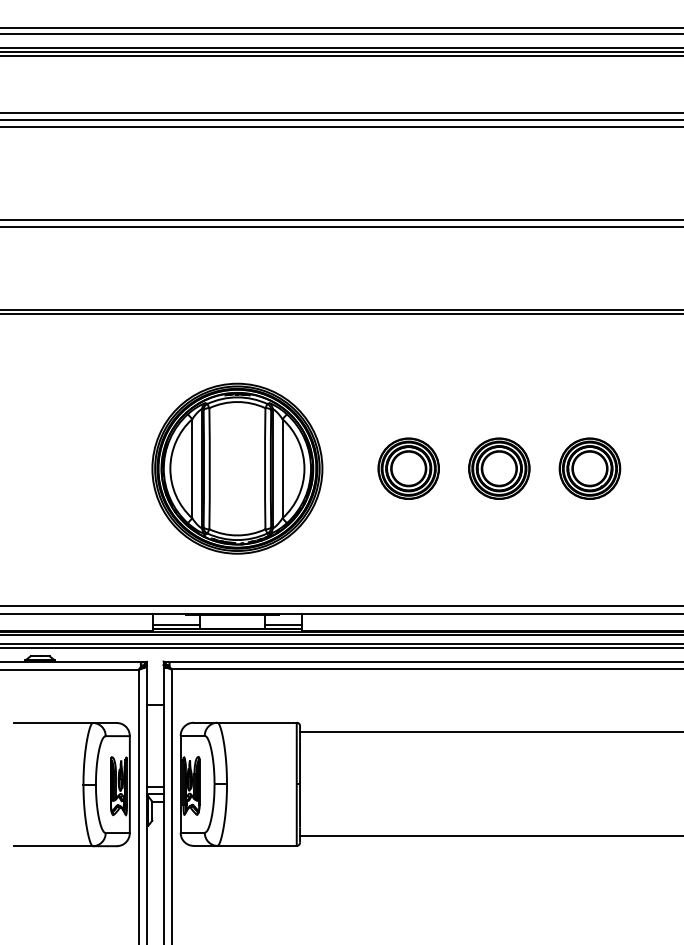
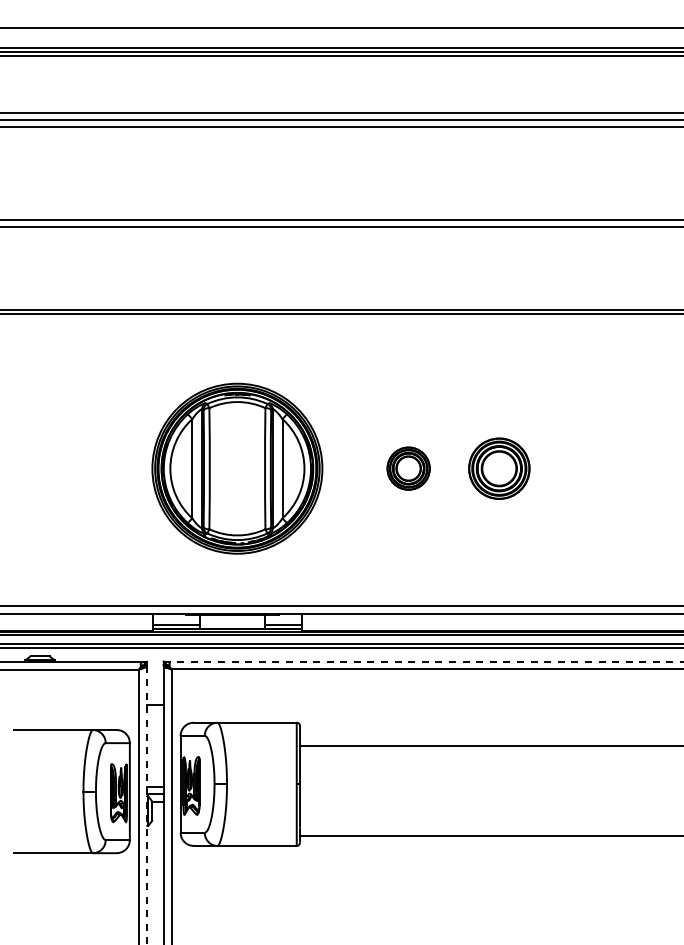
line at (341, 33): present -> none
part at (408, 468) size: 63x63 px -> 45x45 px
part at (589, 468): present -> none
line at (423, 661): solid -> dashed
line at (490, 732) position: (490, 732) -> (490, 746)
part at (82, 784) position: (82, 784) -> (82, 791)
line at (146, 805): solid -> dashed
